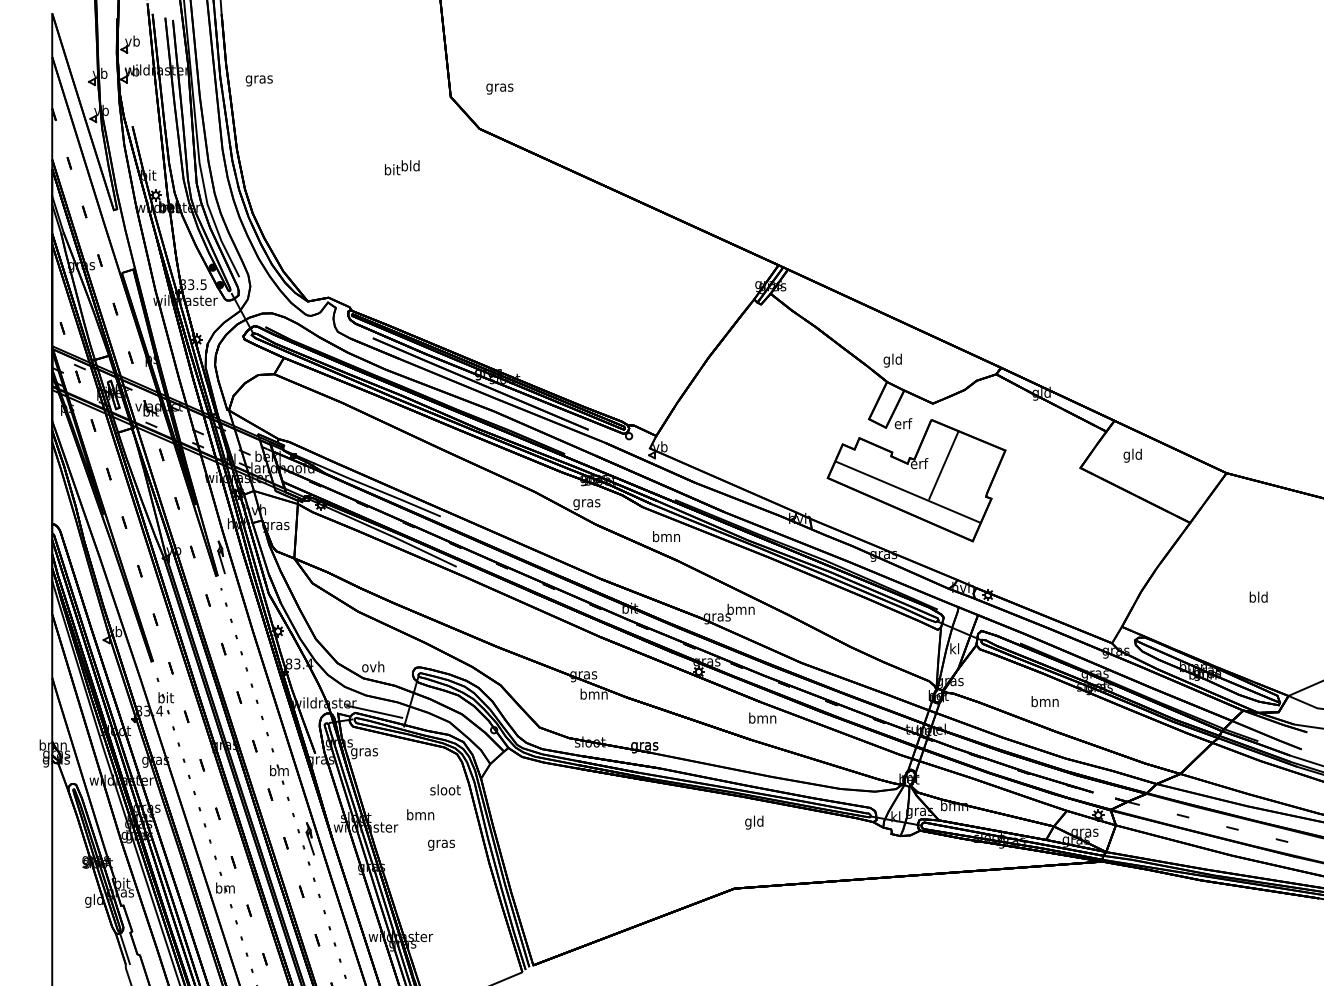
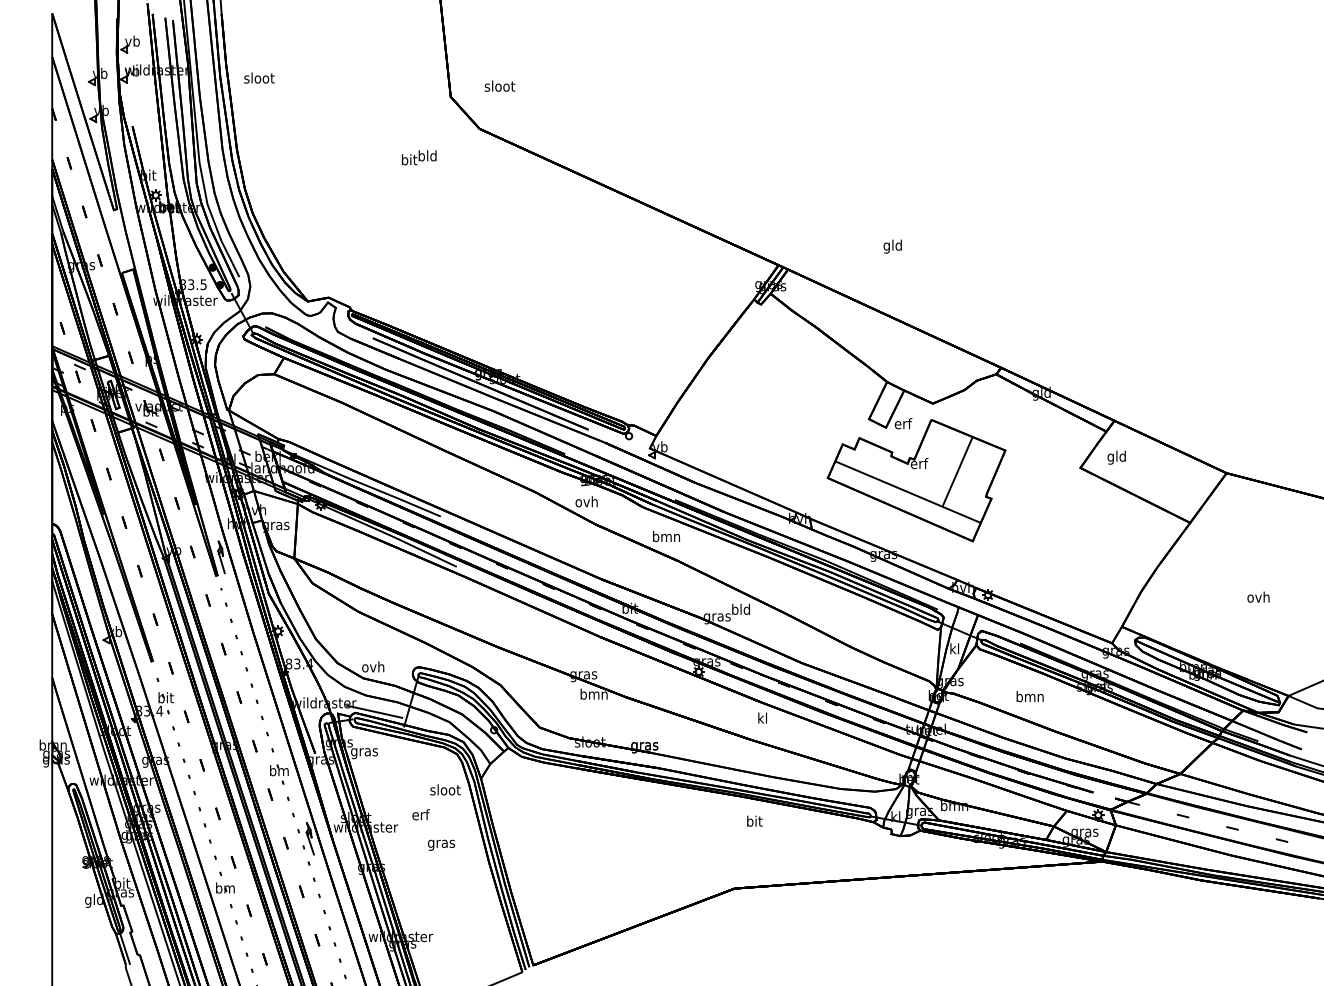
text at (259, 79): gras -> sloot
text at (499, 87): gras -> sloot
text at (402, 167) position: (402, 167) -> (419, 157)
text at (892, 360) position: (892, 360) -> (892, 246)
text at (1132, 455) position: (1132, 455) -> (1116, 457)
line at (943, 465) position: (943, 465) -> (957, 471)
text at (586, 503): gras -> ovh
text at (1258, 596): bld -> ovh
text at (740, 608): bmn -> bld
text at (1044, 701) position: (1044, 701) -> (1029, 696)
text at (762, 717): bmn -> kl
text at (420, 814): bmn -> erf
text at (754, 822): gld -> bit
